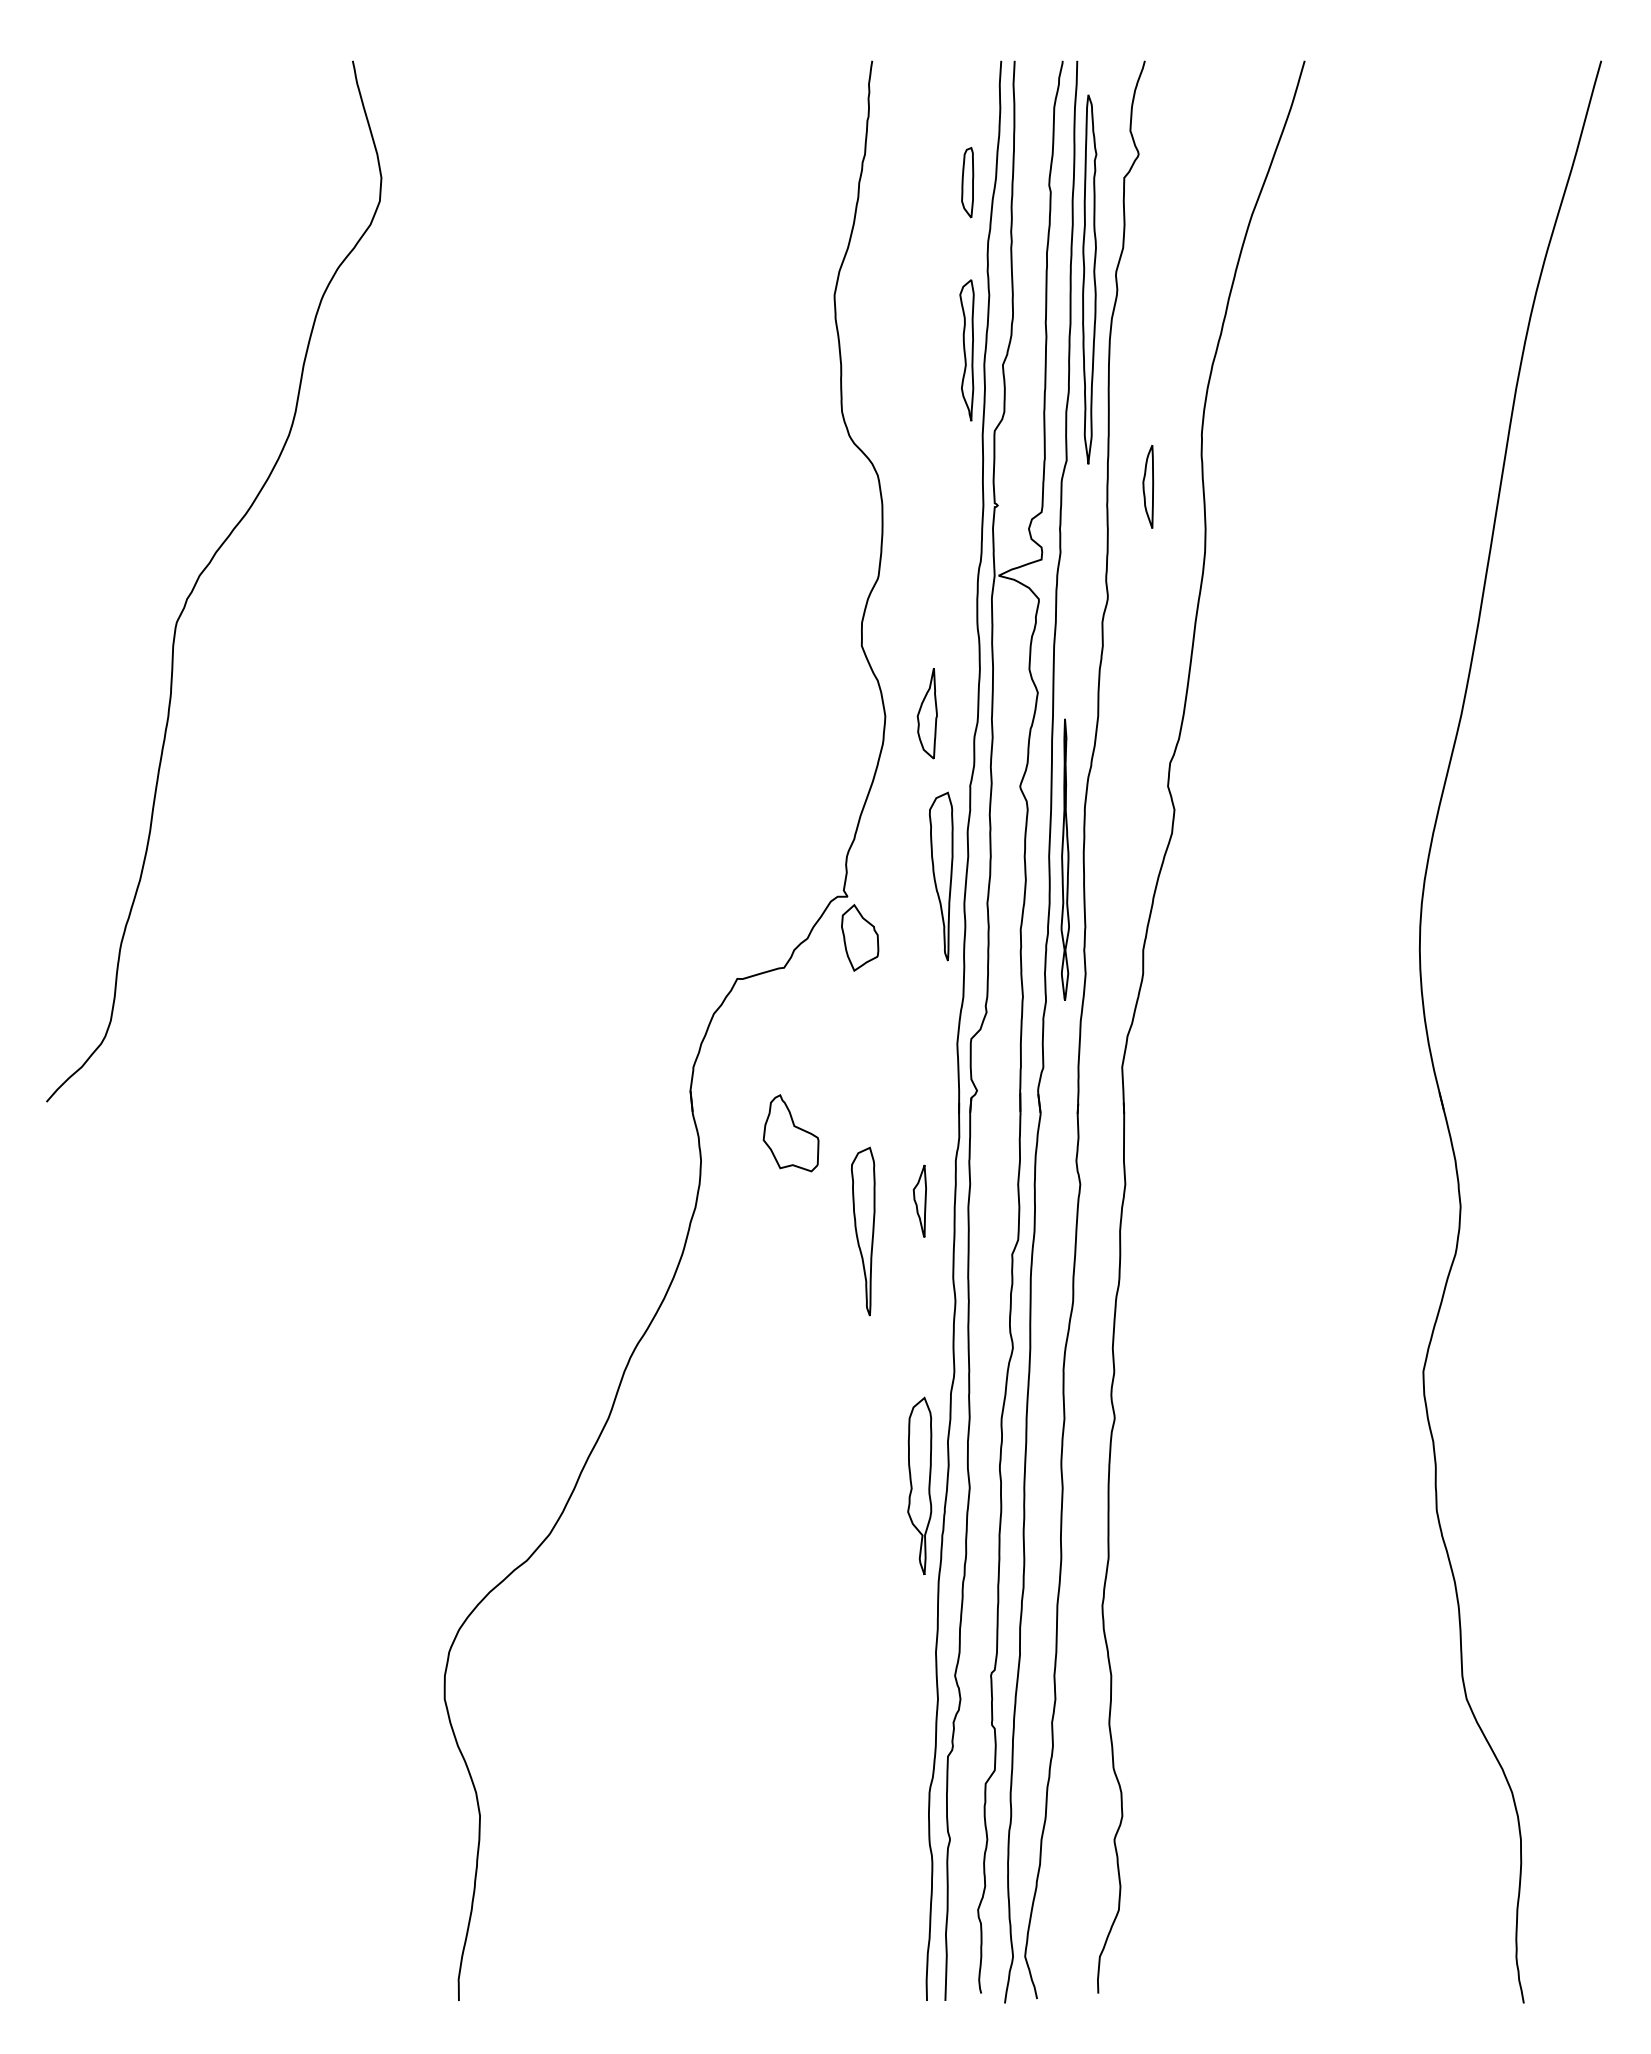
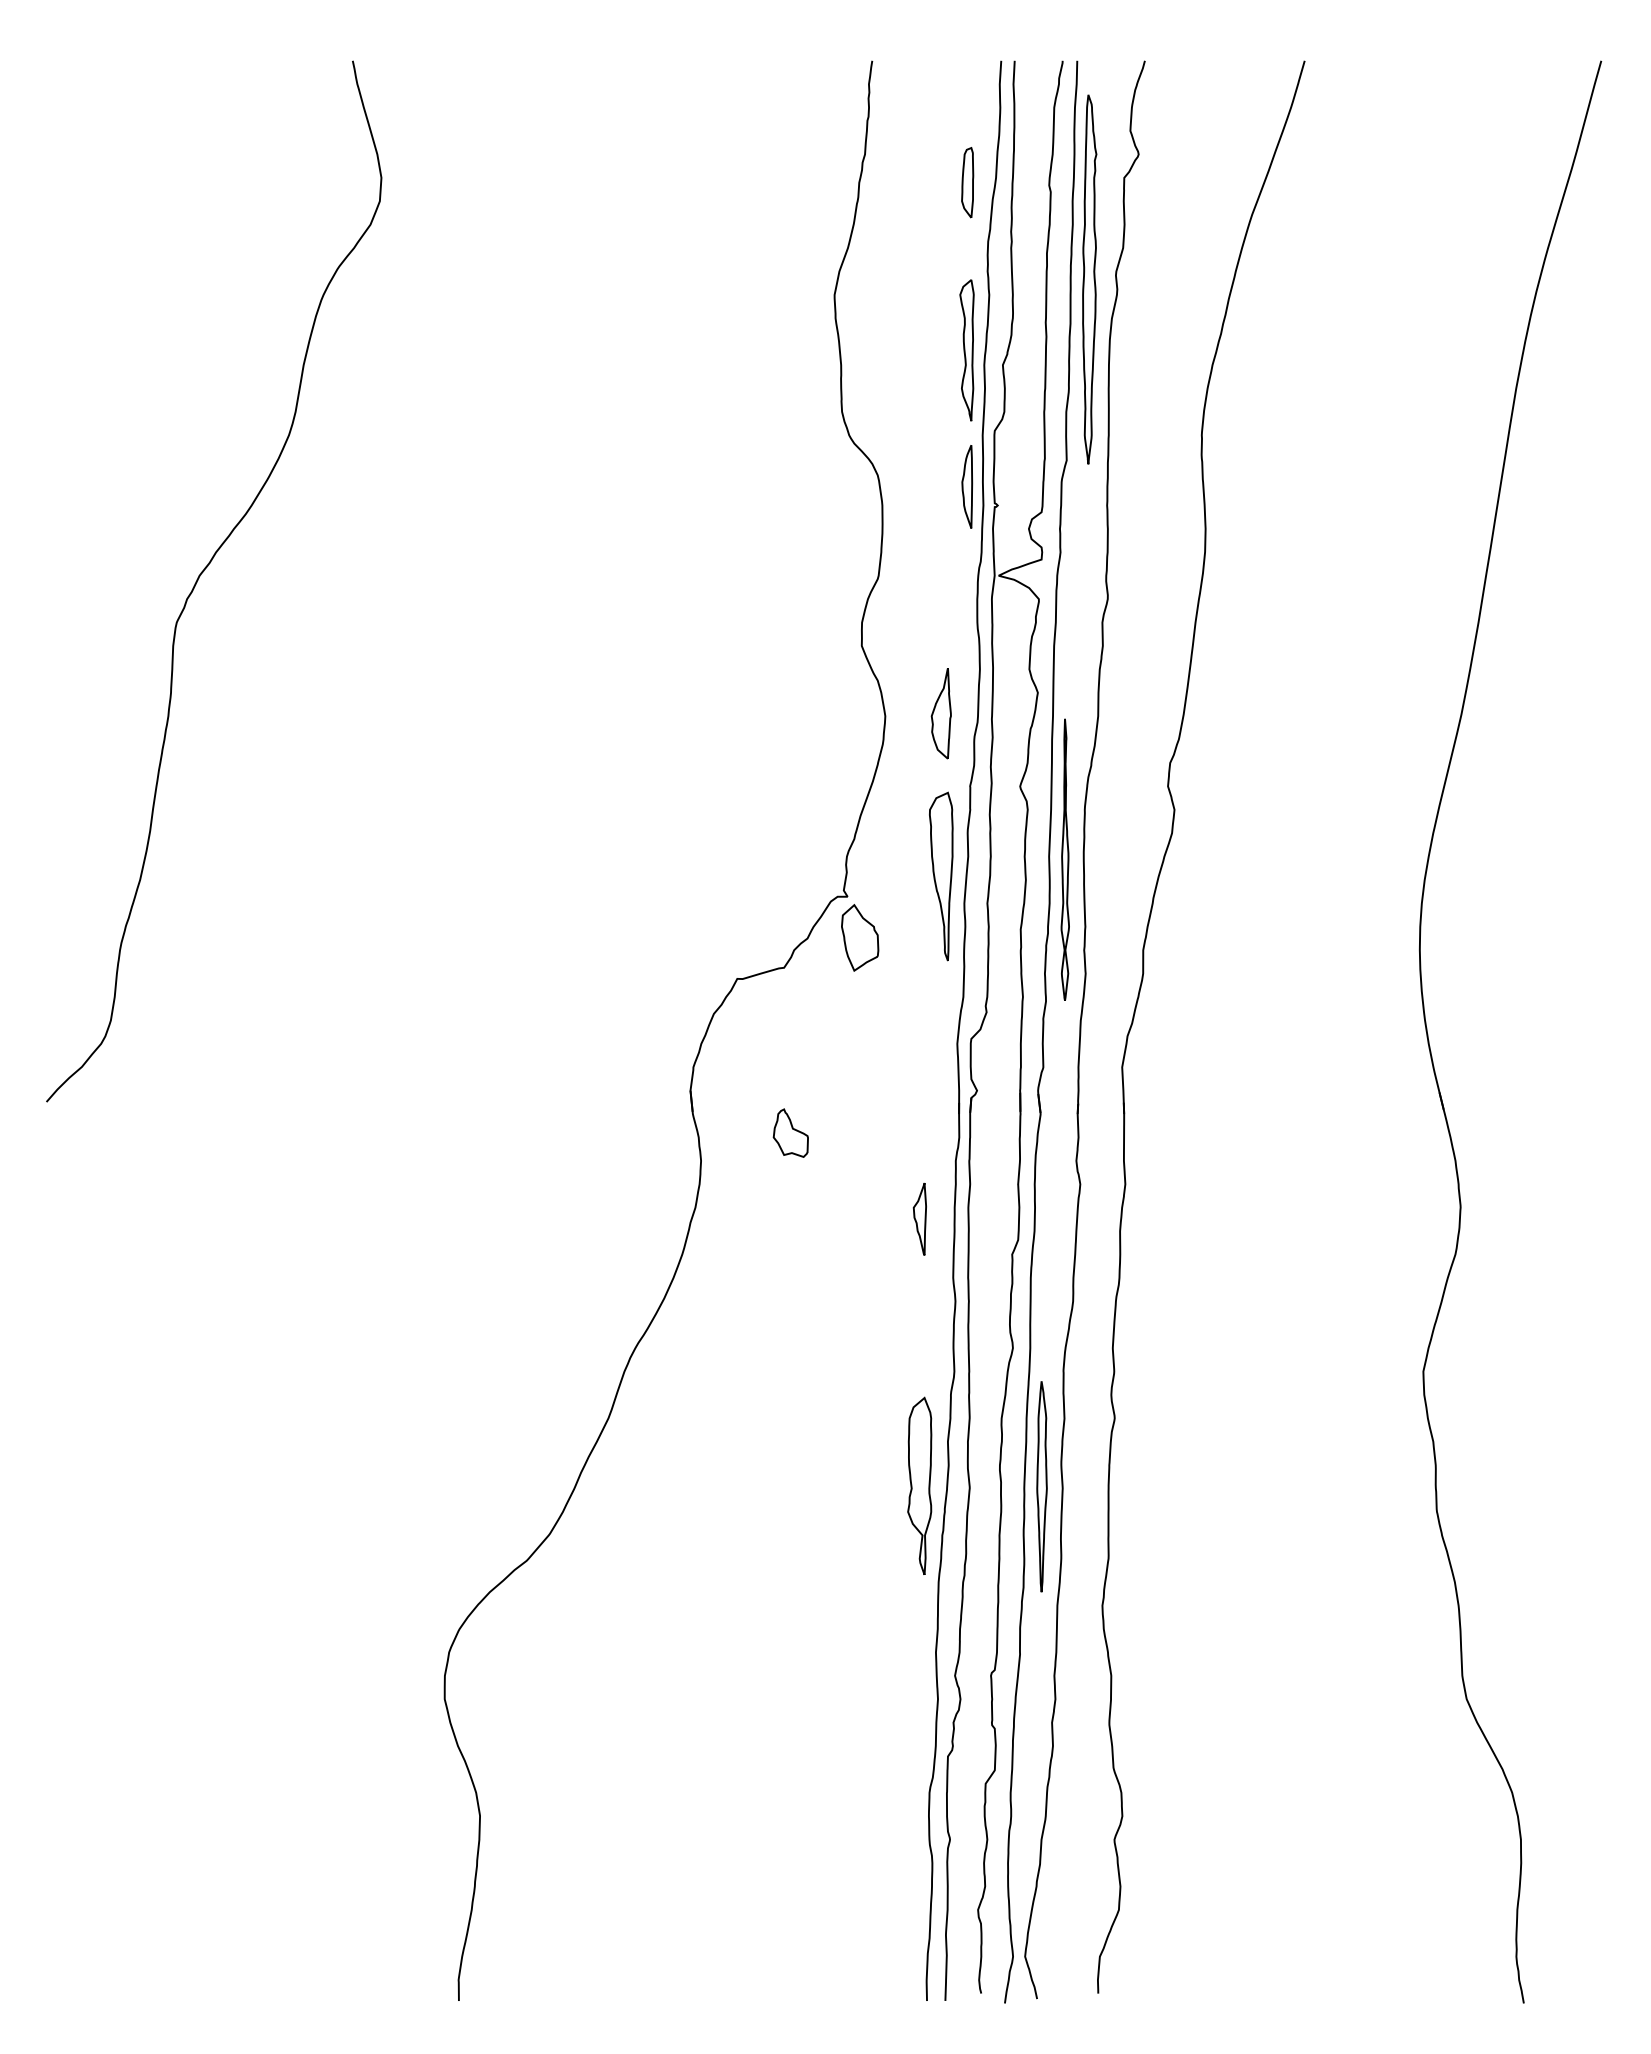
part at (1148, 486) position: (1148, 486) -> (967, 486)
part at (926, 713) position: (926, 713) -> (940, 713)
part at (790, 1133) size: 58x79 px -> 37x50 px
part at (919, 1200) position: (919, 1200) -> (919, 1218)
part at (863, 1231): present -> none
part at (1041, 1486): none -> present
